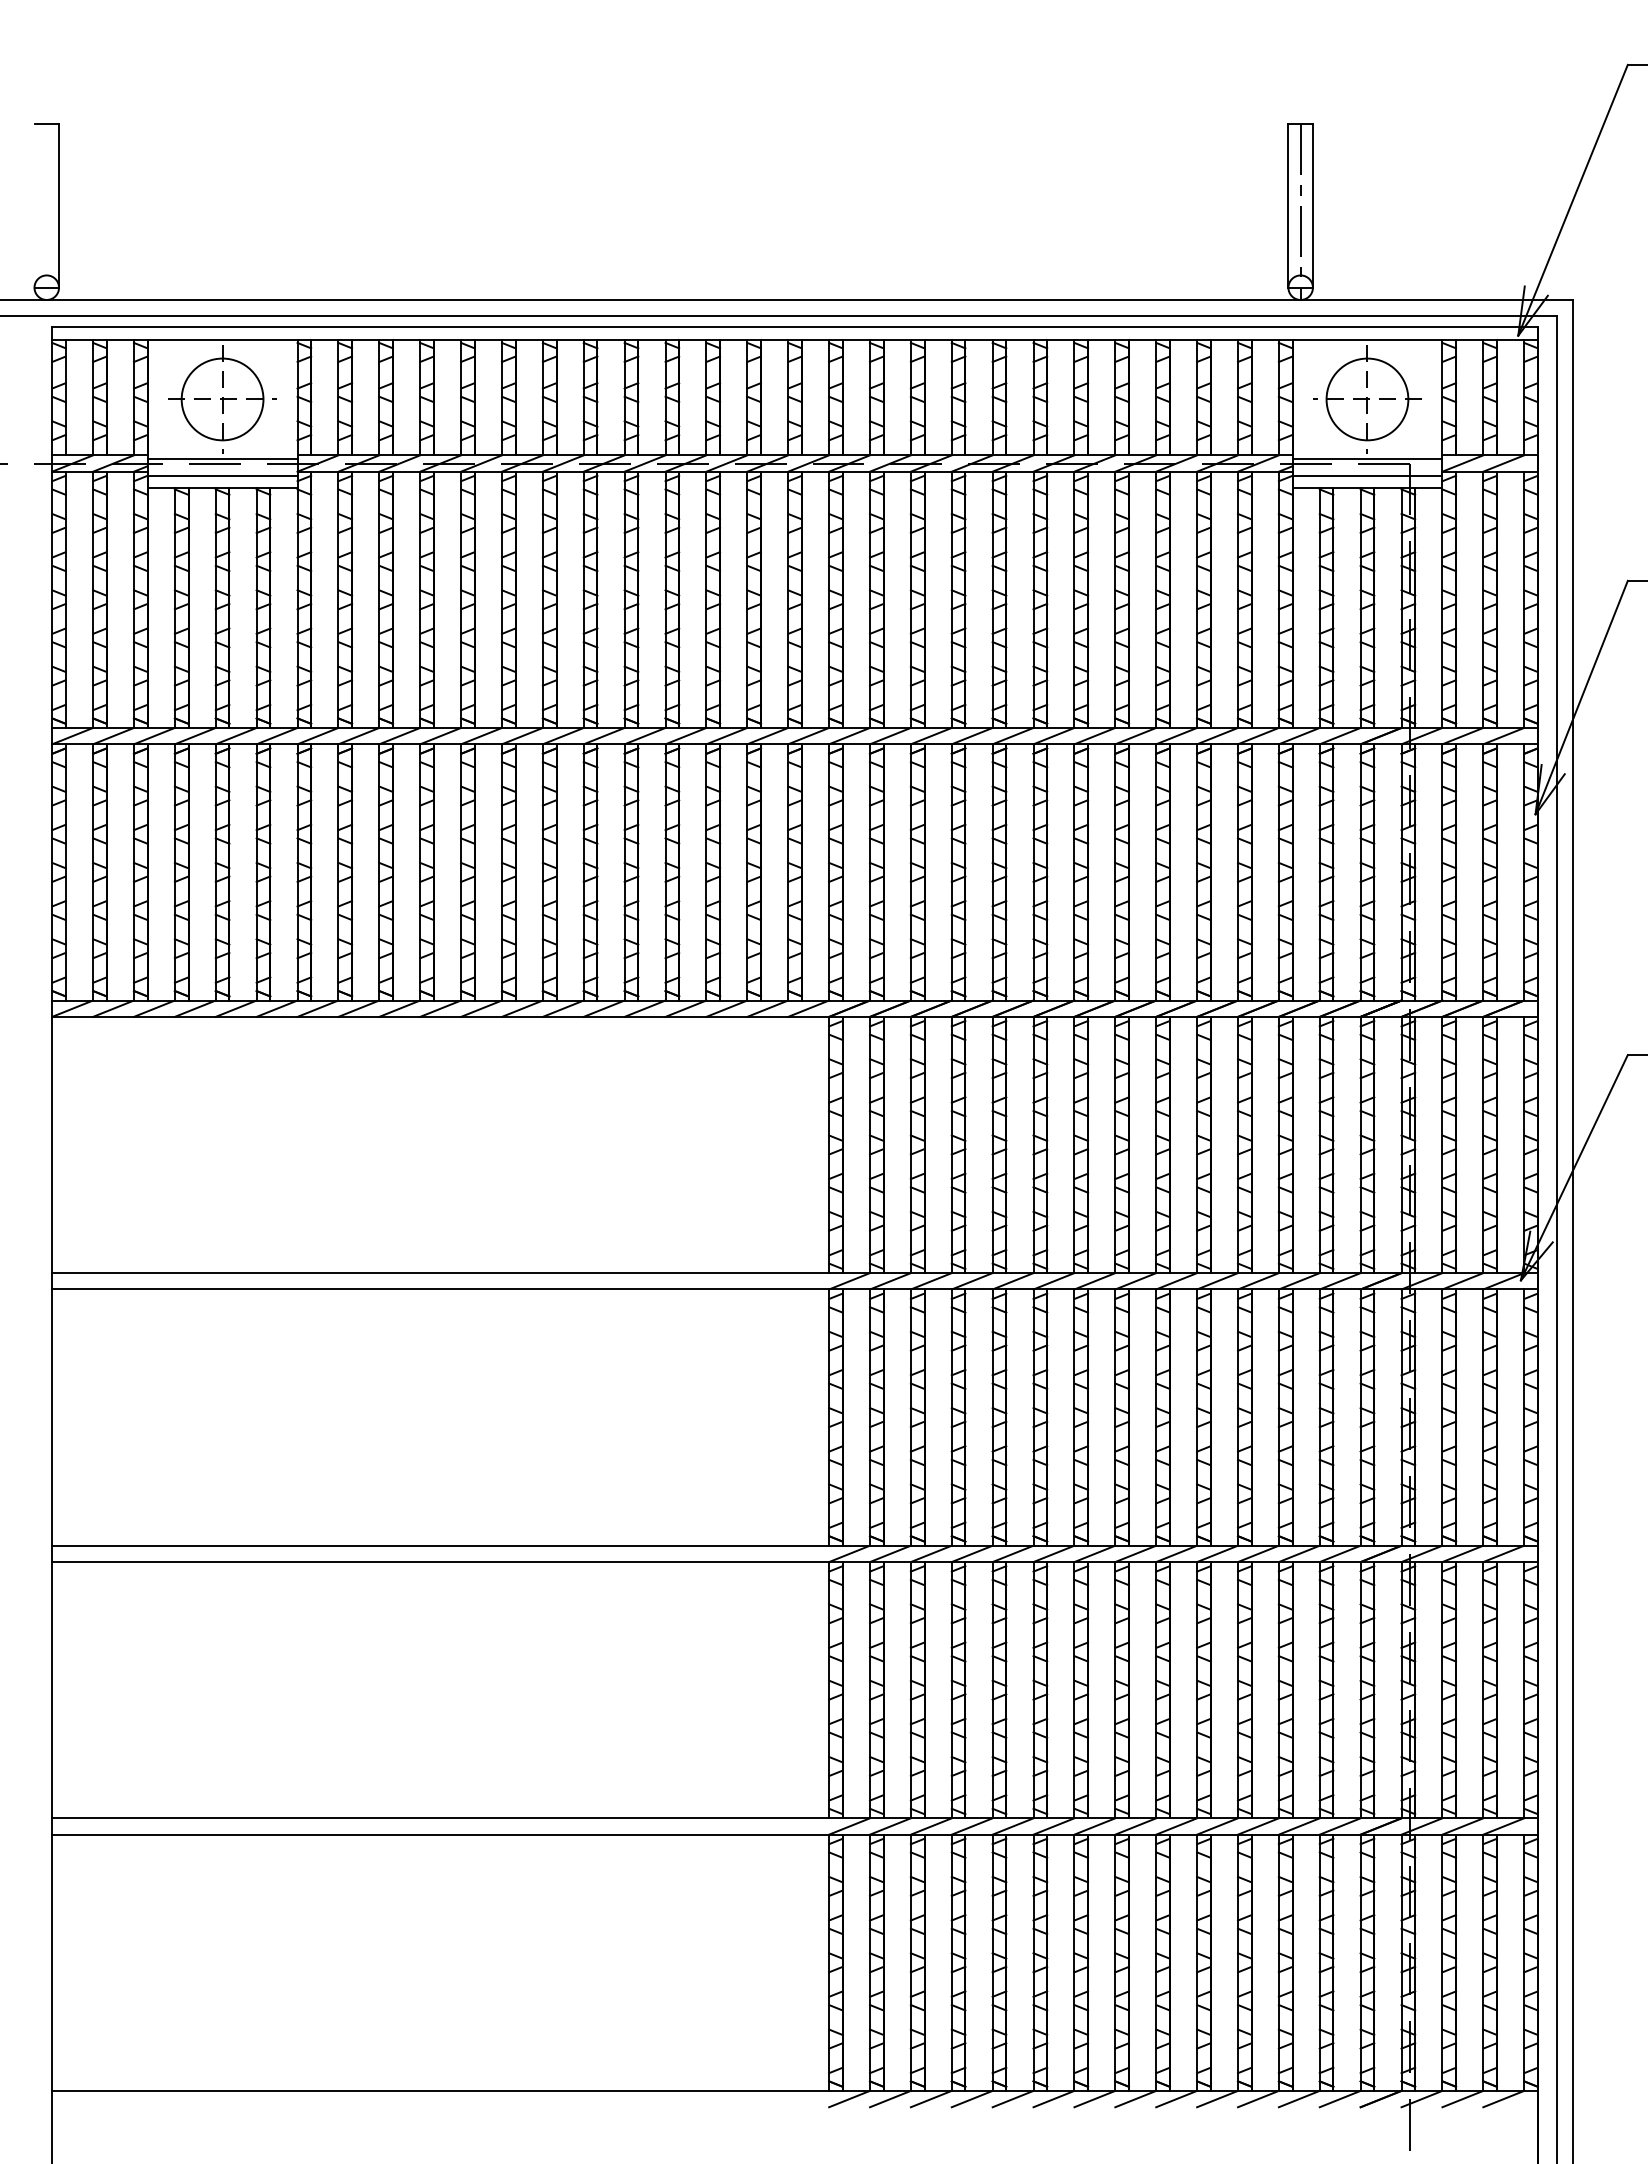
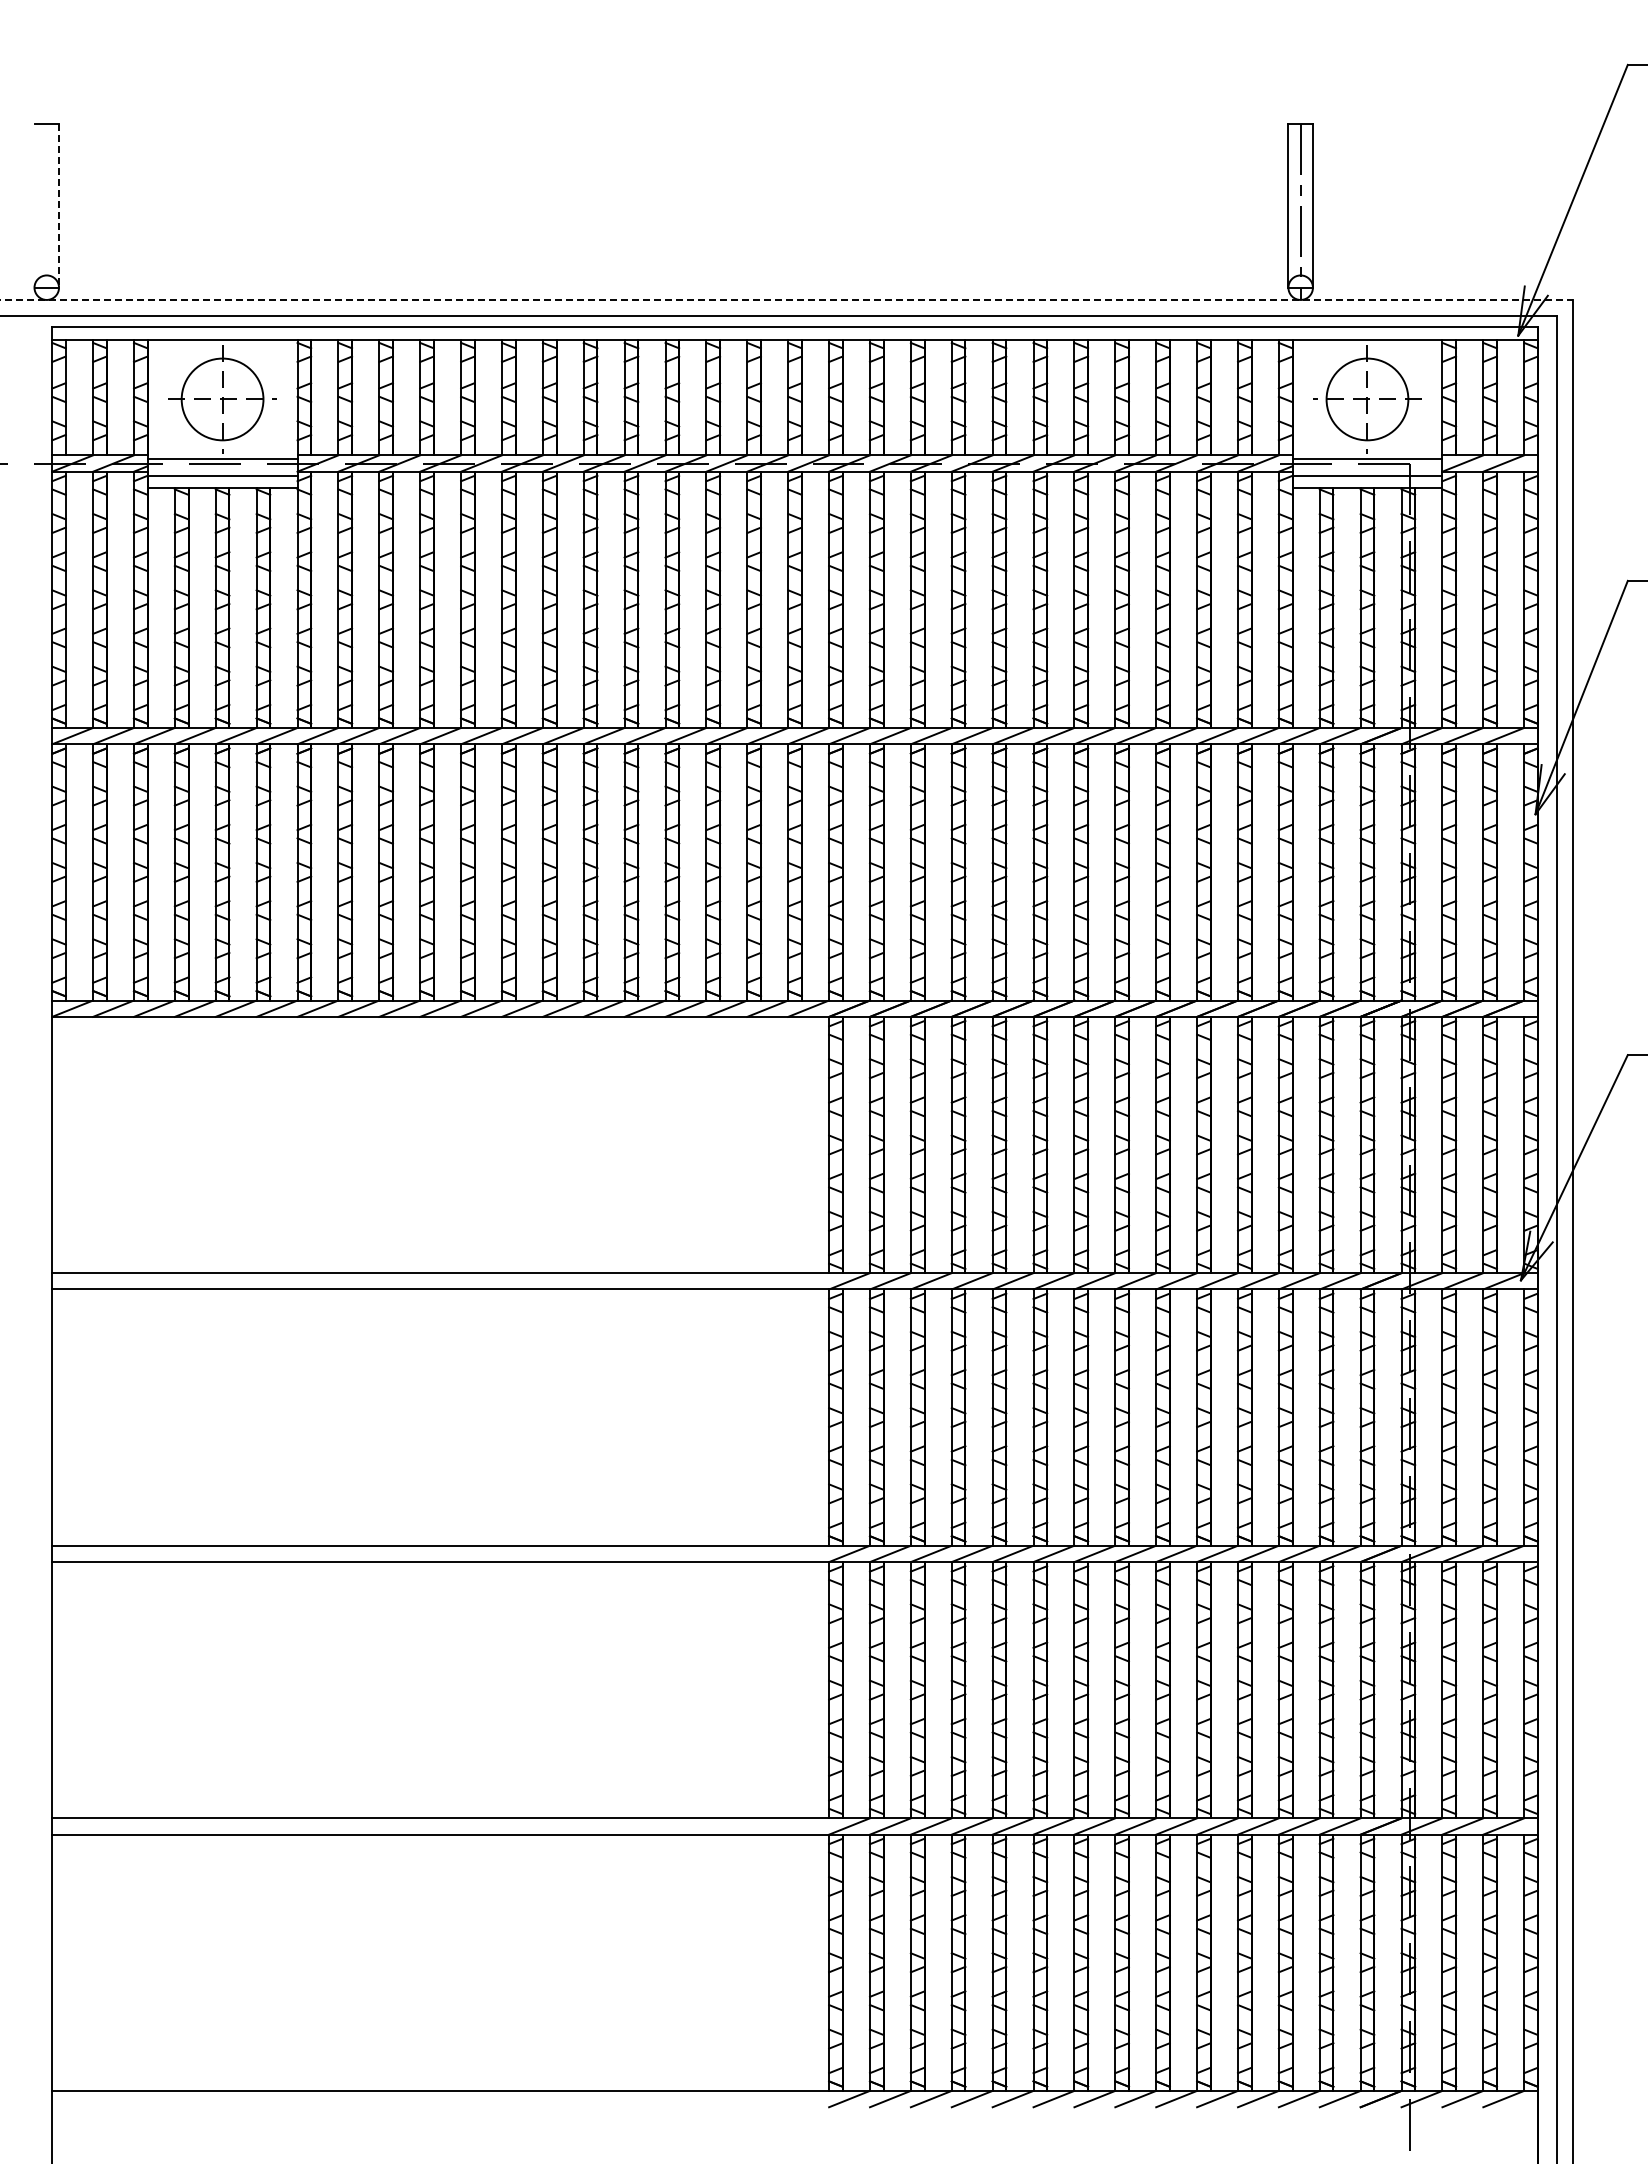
line at (59, 205): solid -> dashed
line at (787, 299): solid -> dashed
